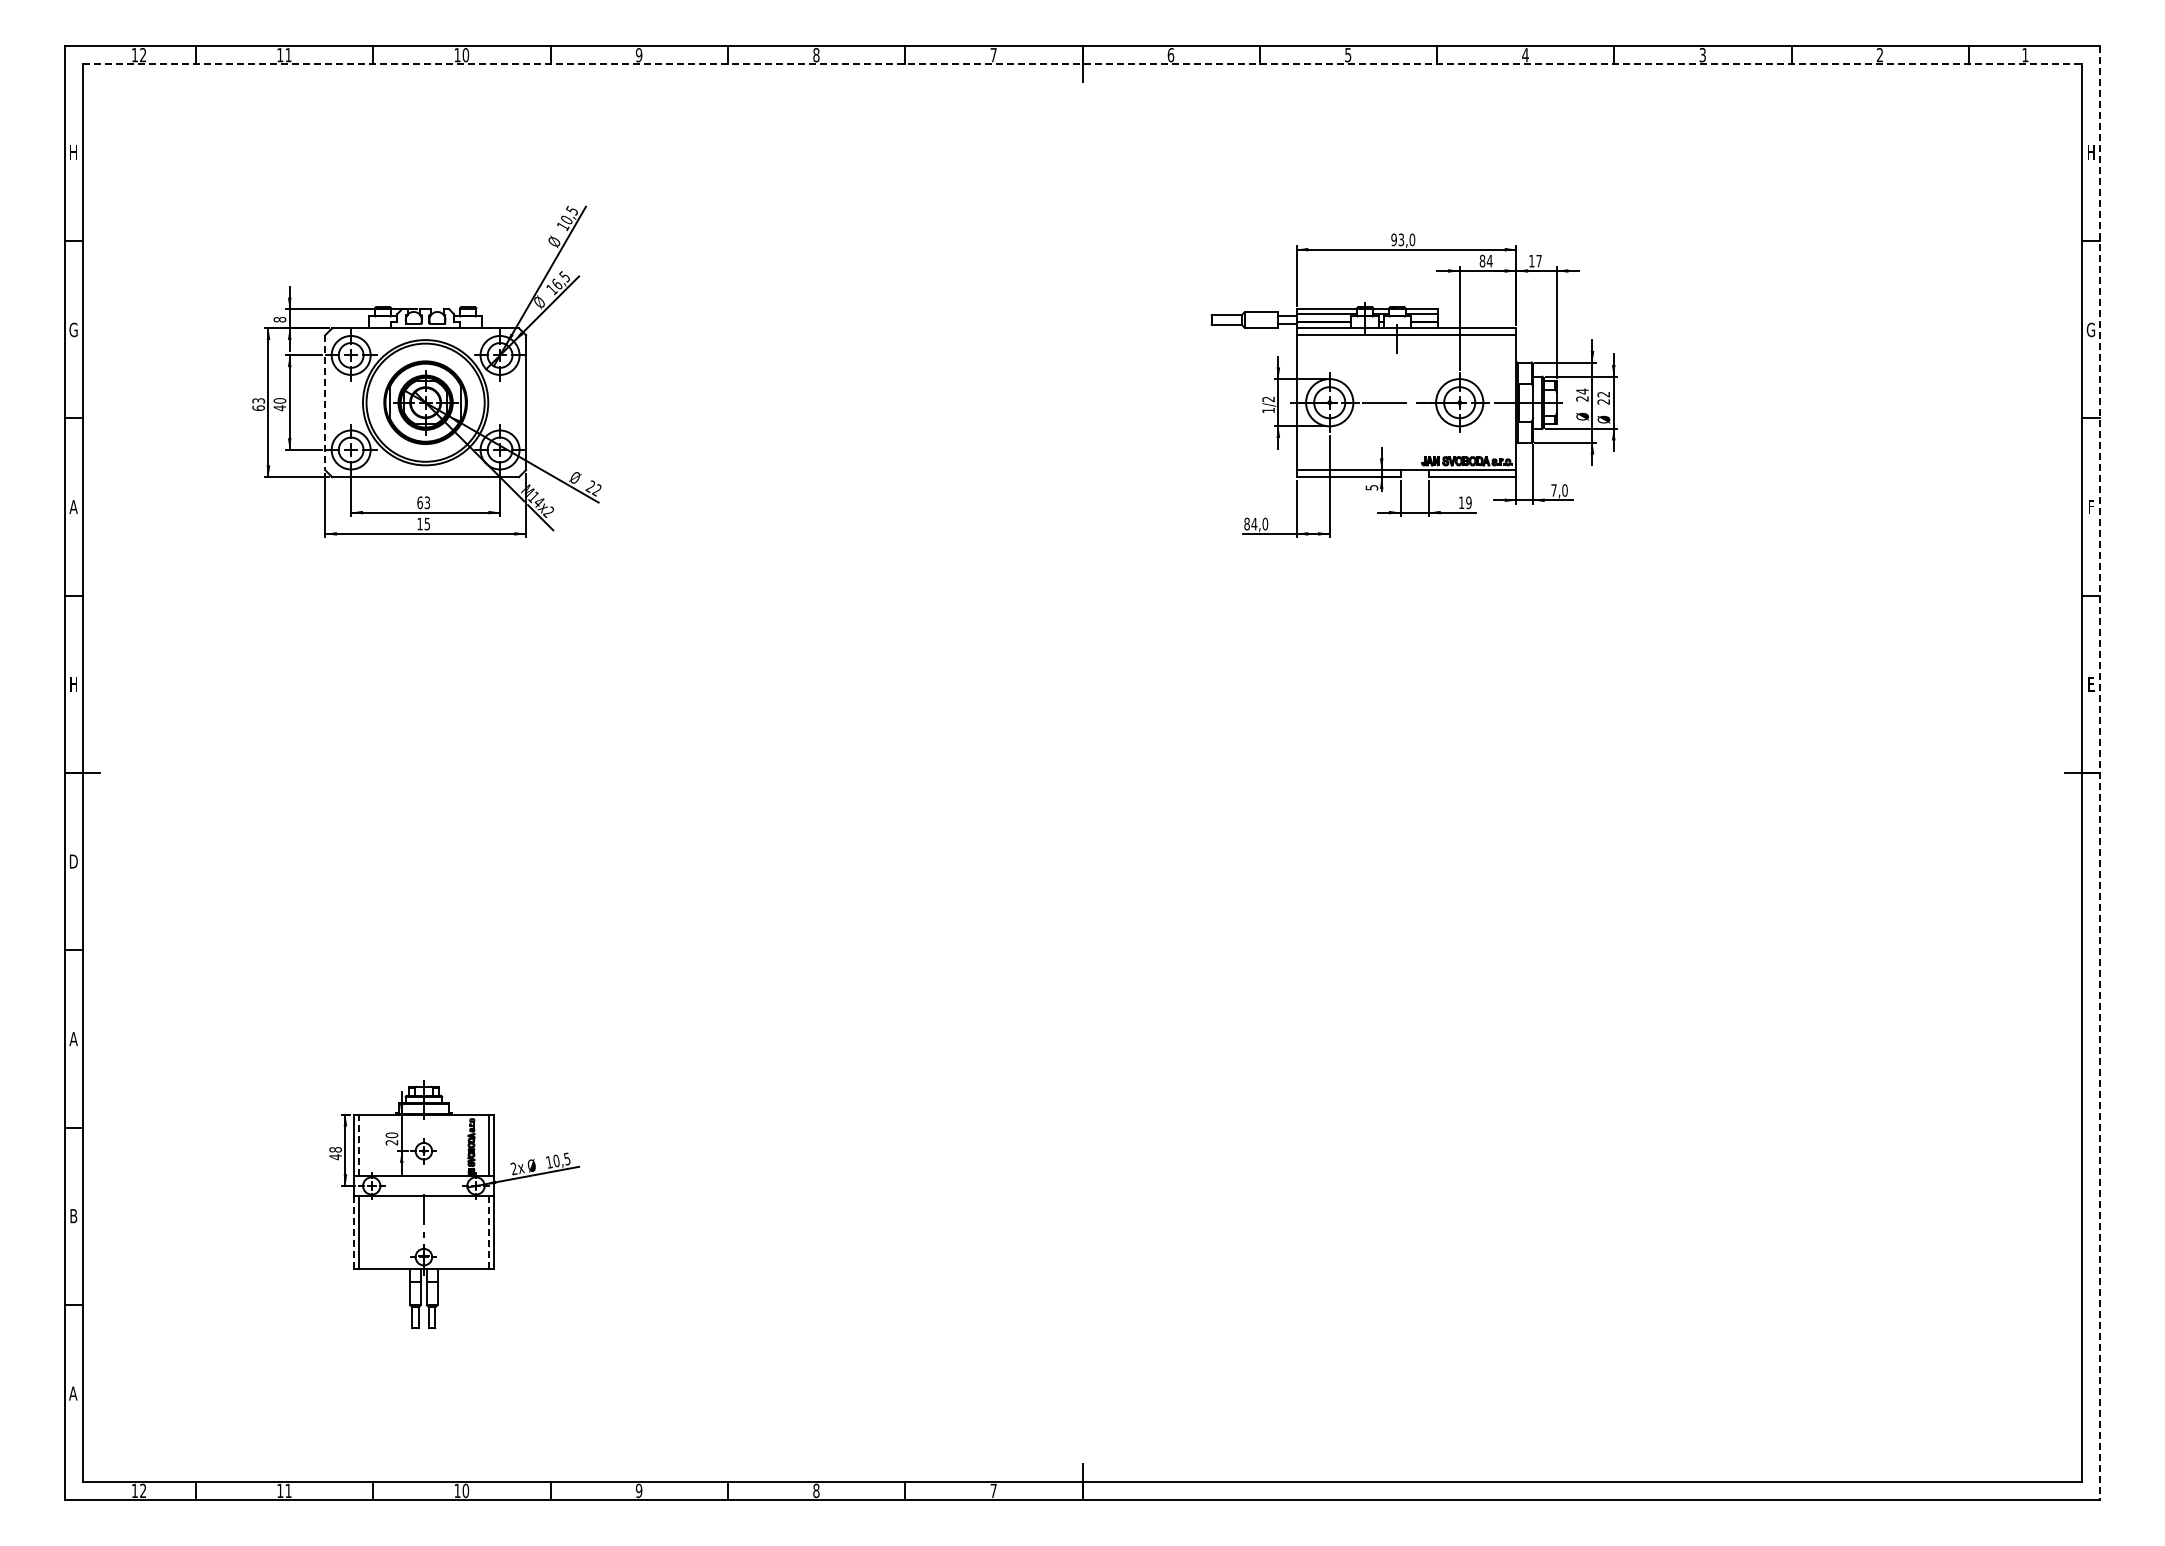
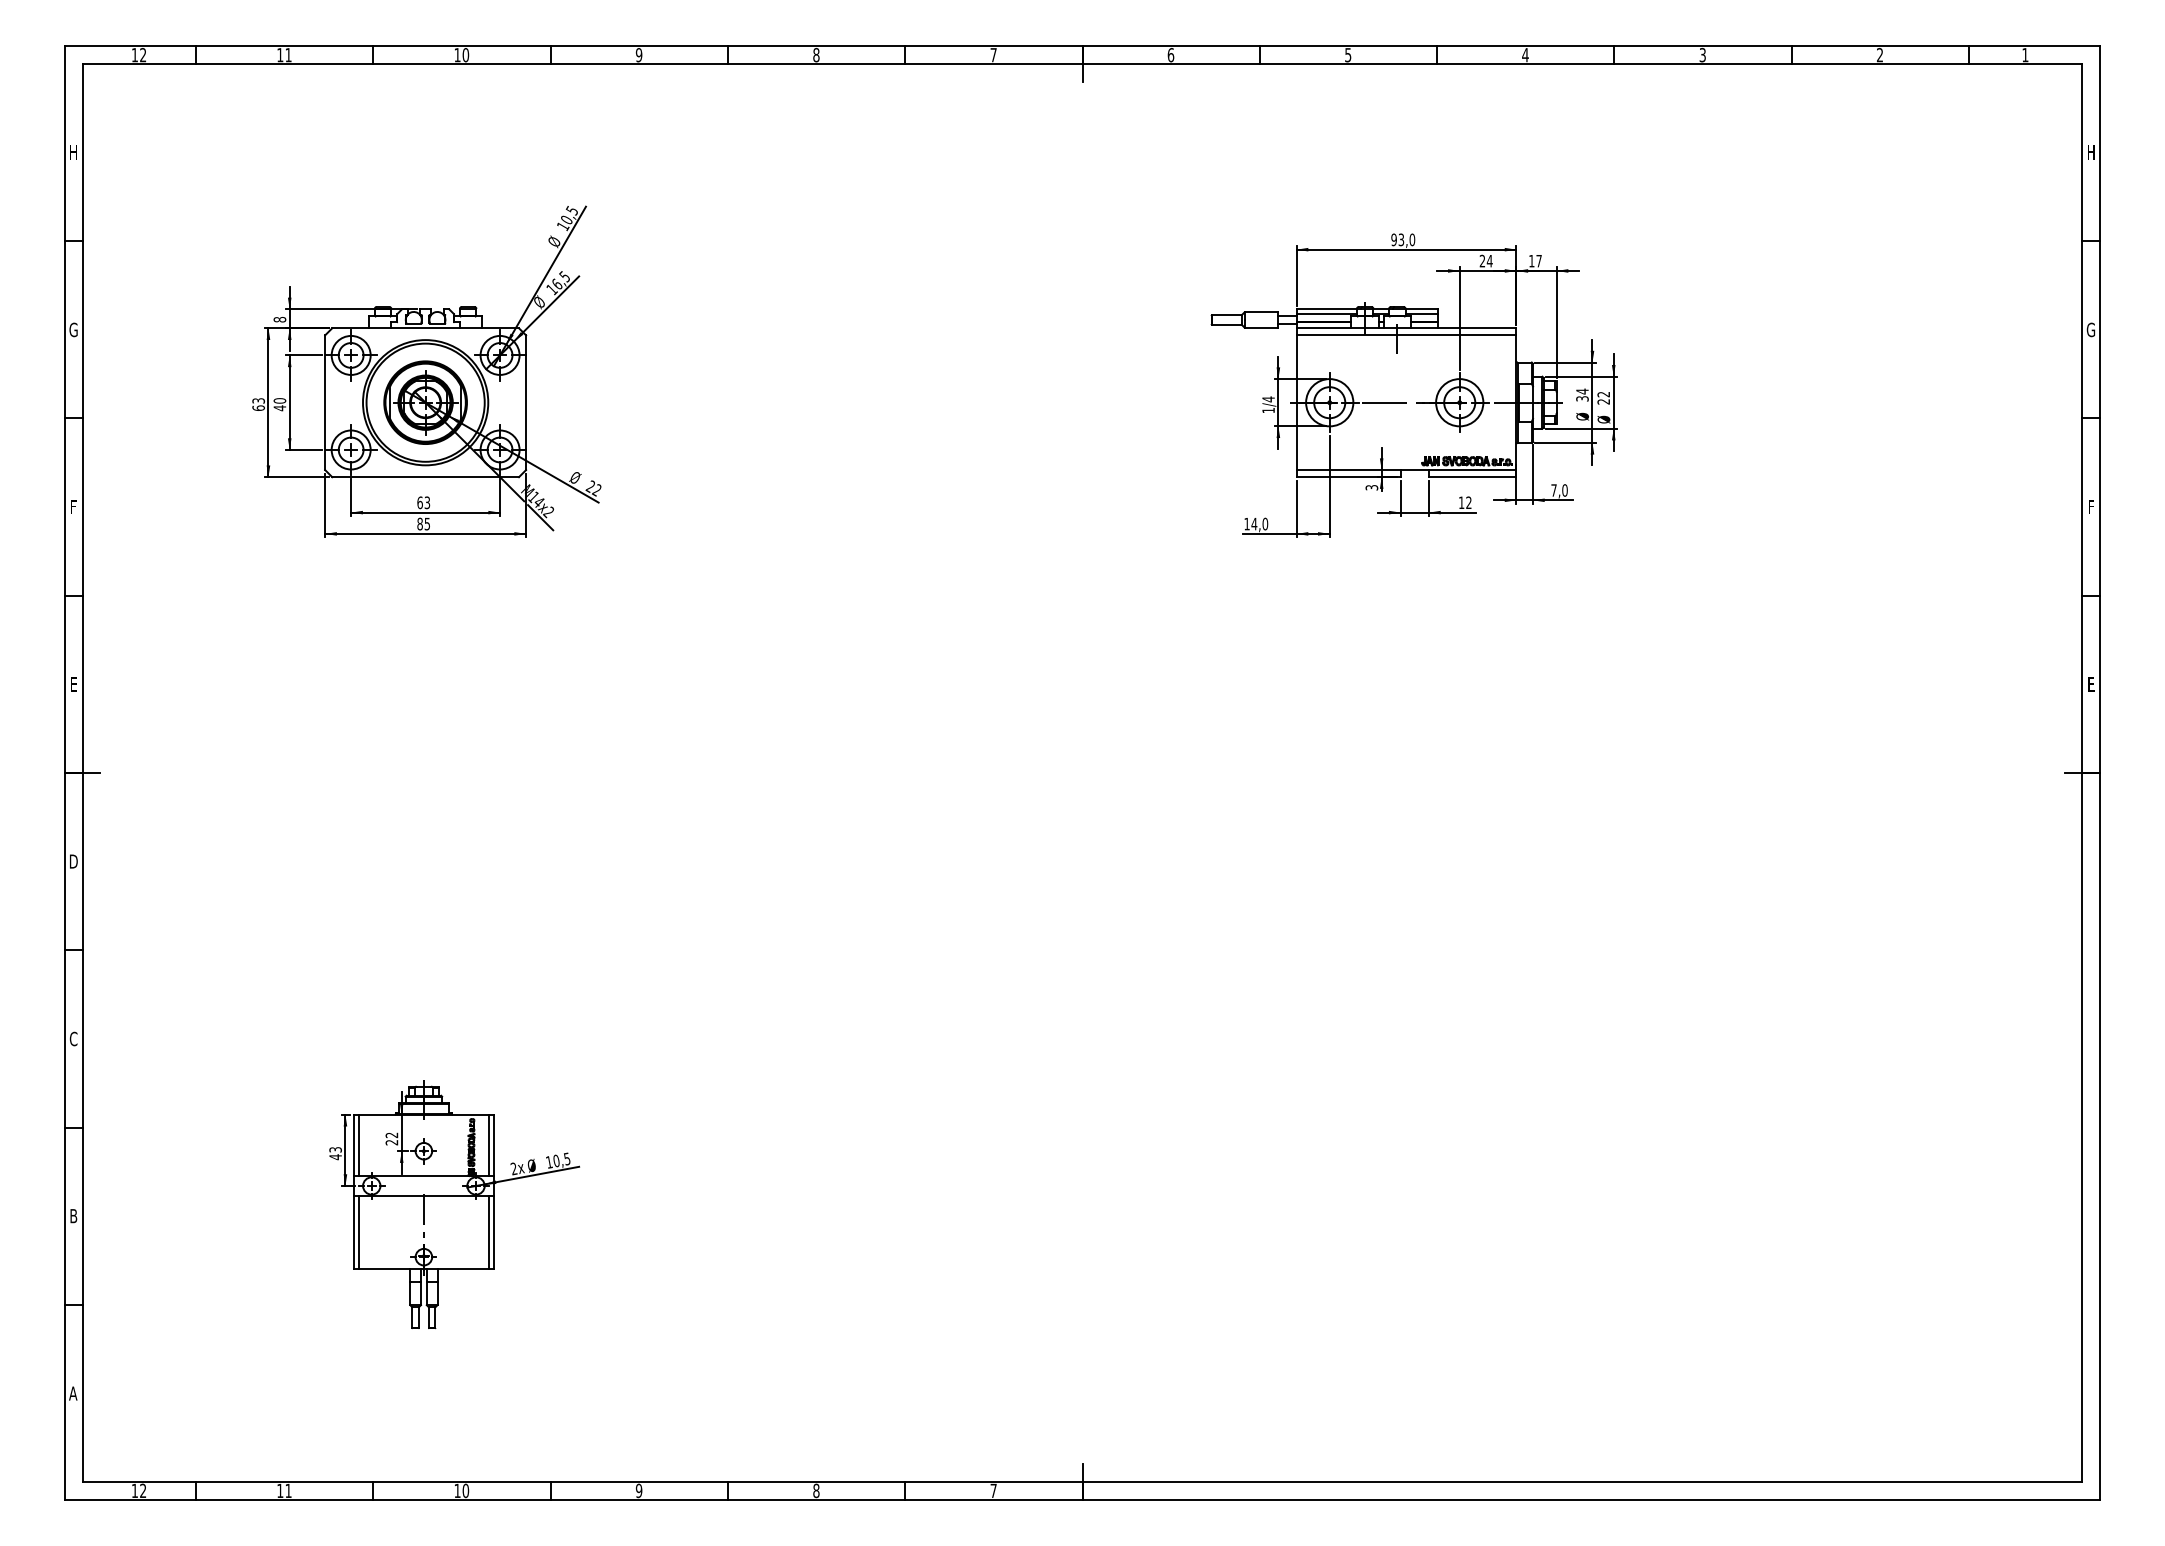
line at (1082, 63): dashed -> solid
text at (1482, 260): 84 -> 24
text at (1582, 398): 24 -> 34
text at (1268, 399): 1/2 -> 1/4
line at (325, 403): dashed -> solid
text at (1370, 487): 5 -> 3
text at (1468, 502): 19 -> 12
text at (73, 506): A -> F
text at (419, 523): 15 -> 85
text at (1246, 523): 84,0 -> 14,0
text at (73, 684): H -> E
line at (2100, 772): dashed -> solid
text at (73, 1038): A -> C
text at (391, 1135): 20 -> 22
line at (358, 1145): dashed -> solid
text at (335, 1149): 48 -> 43
line at (353, 1231): dashed -> solid
line at (489, 1231): dashed -> solid
